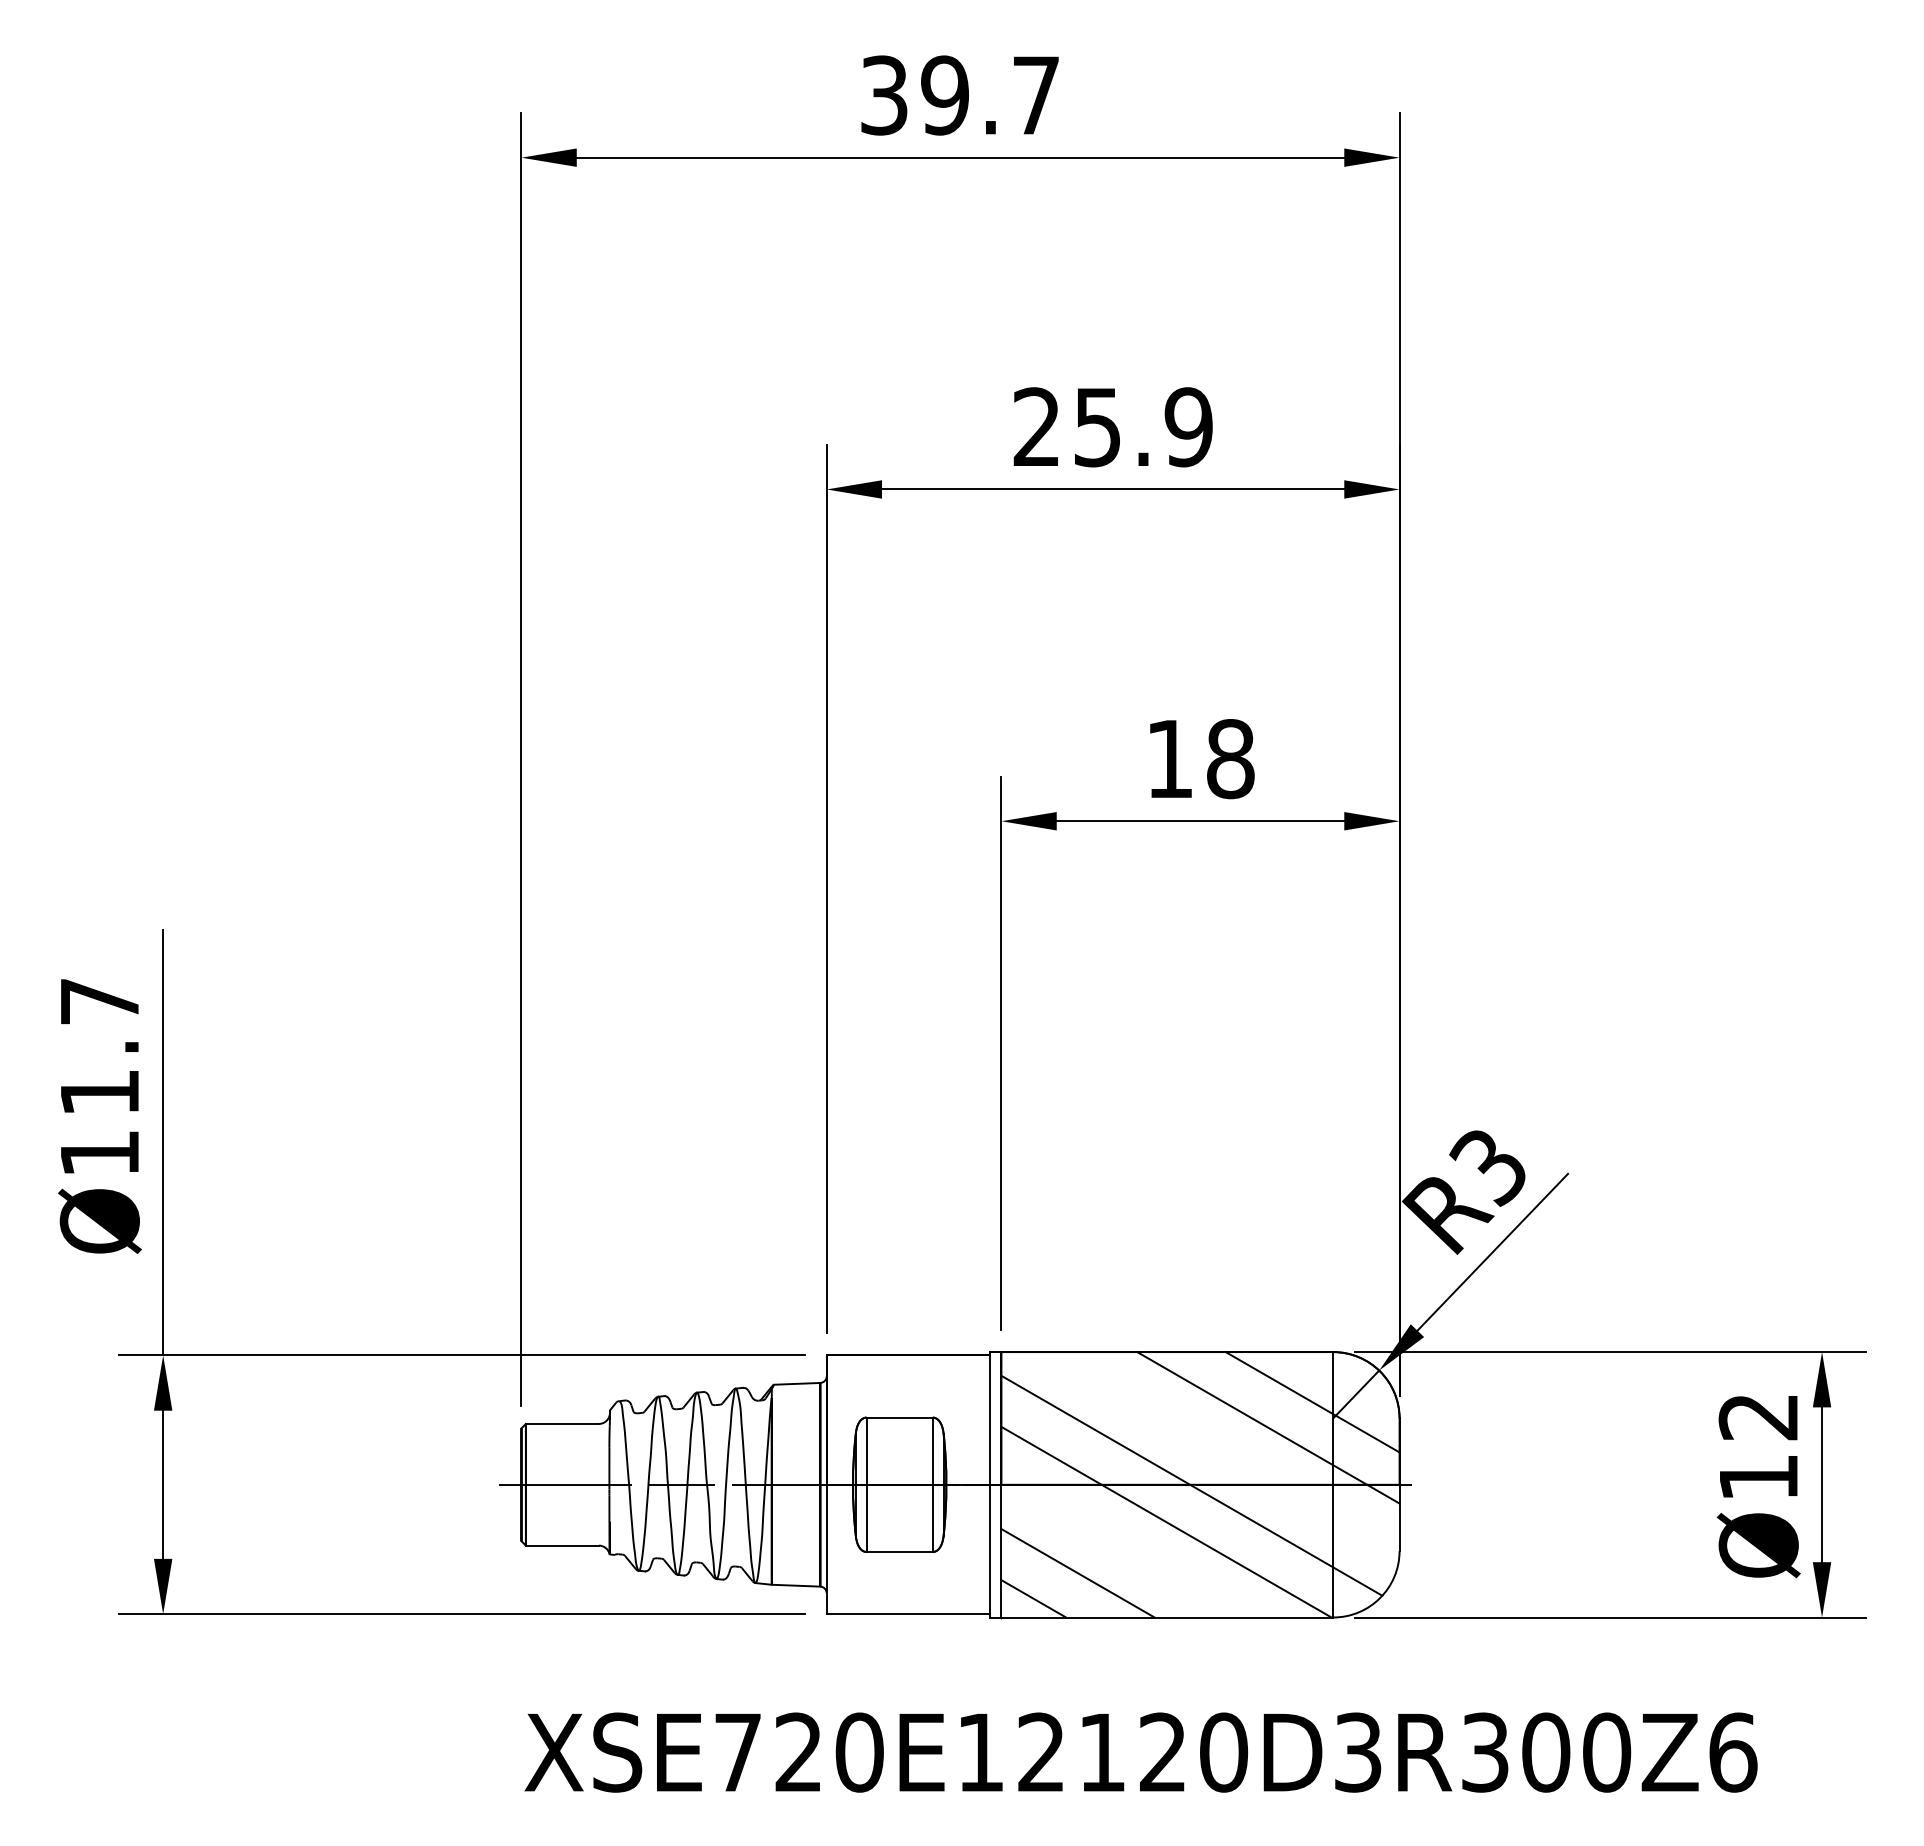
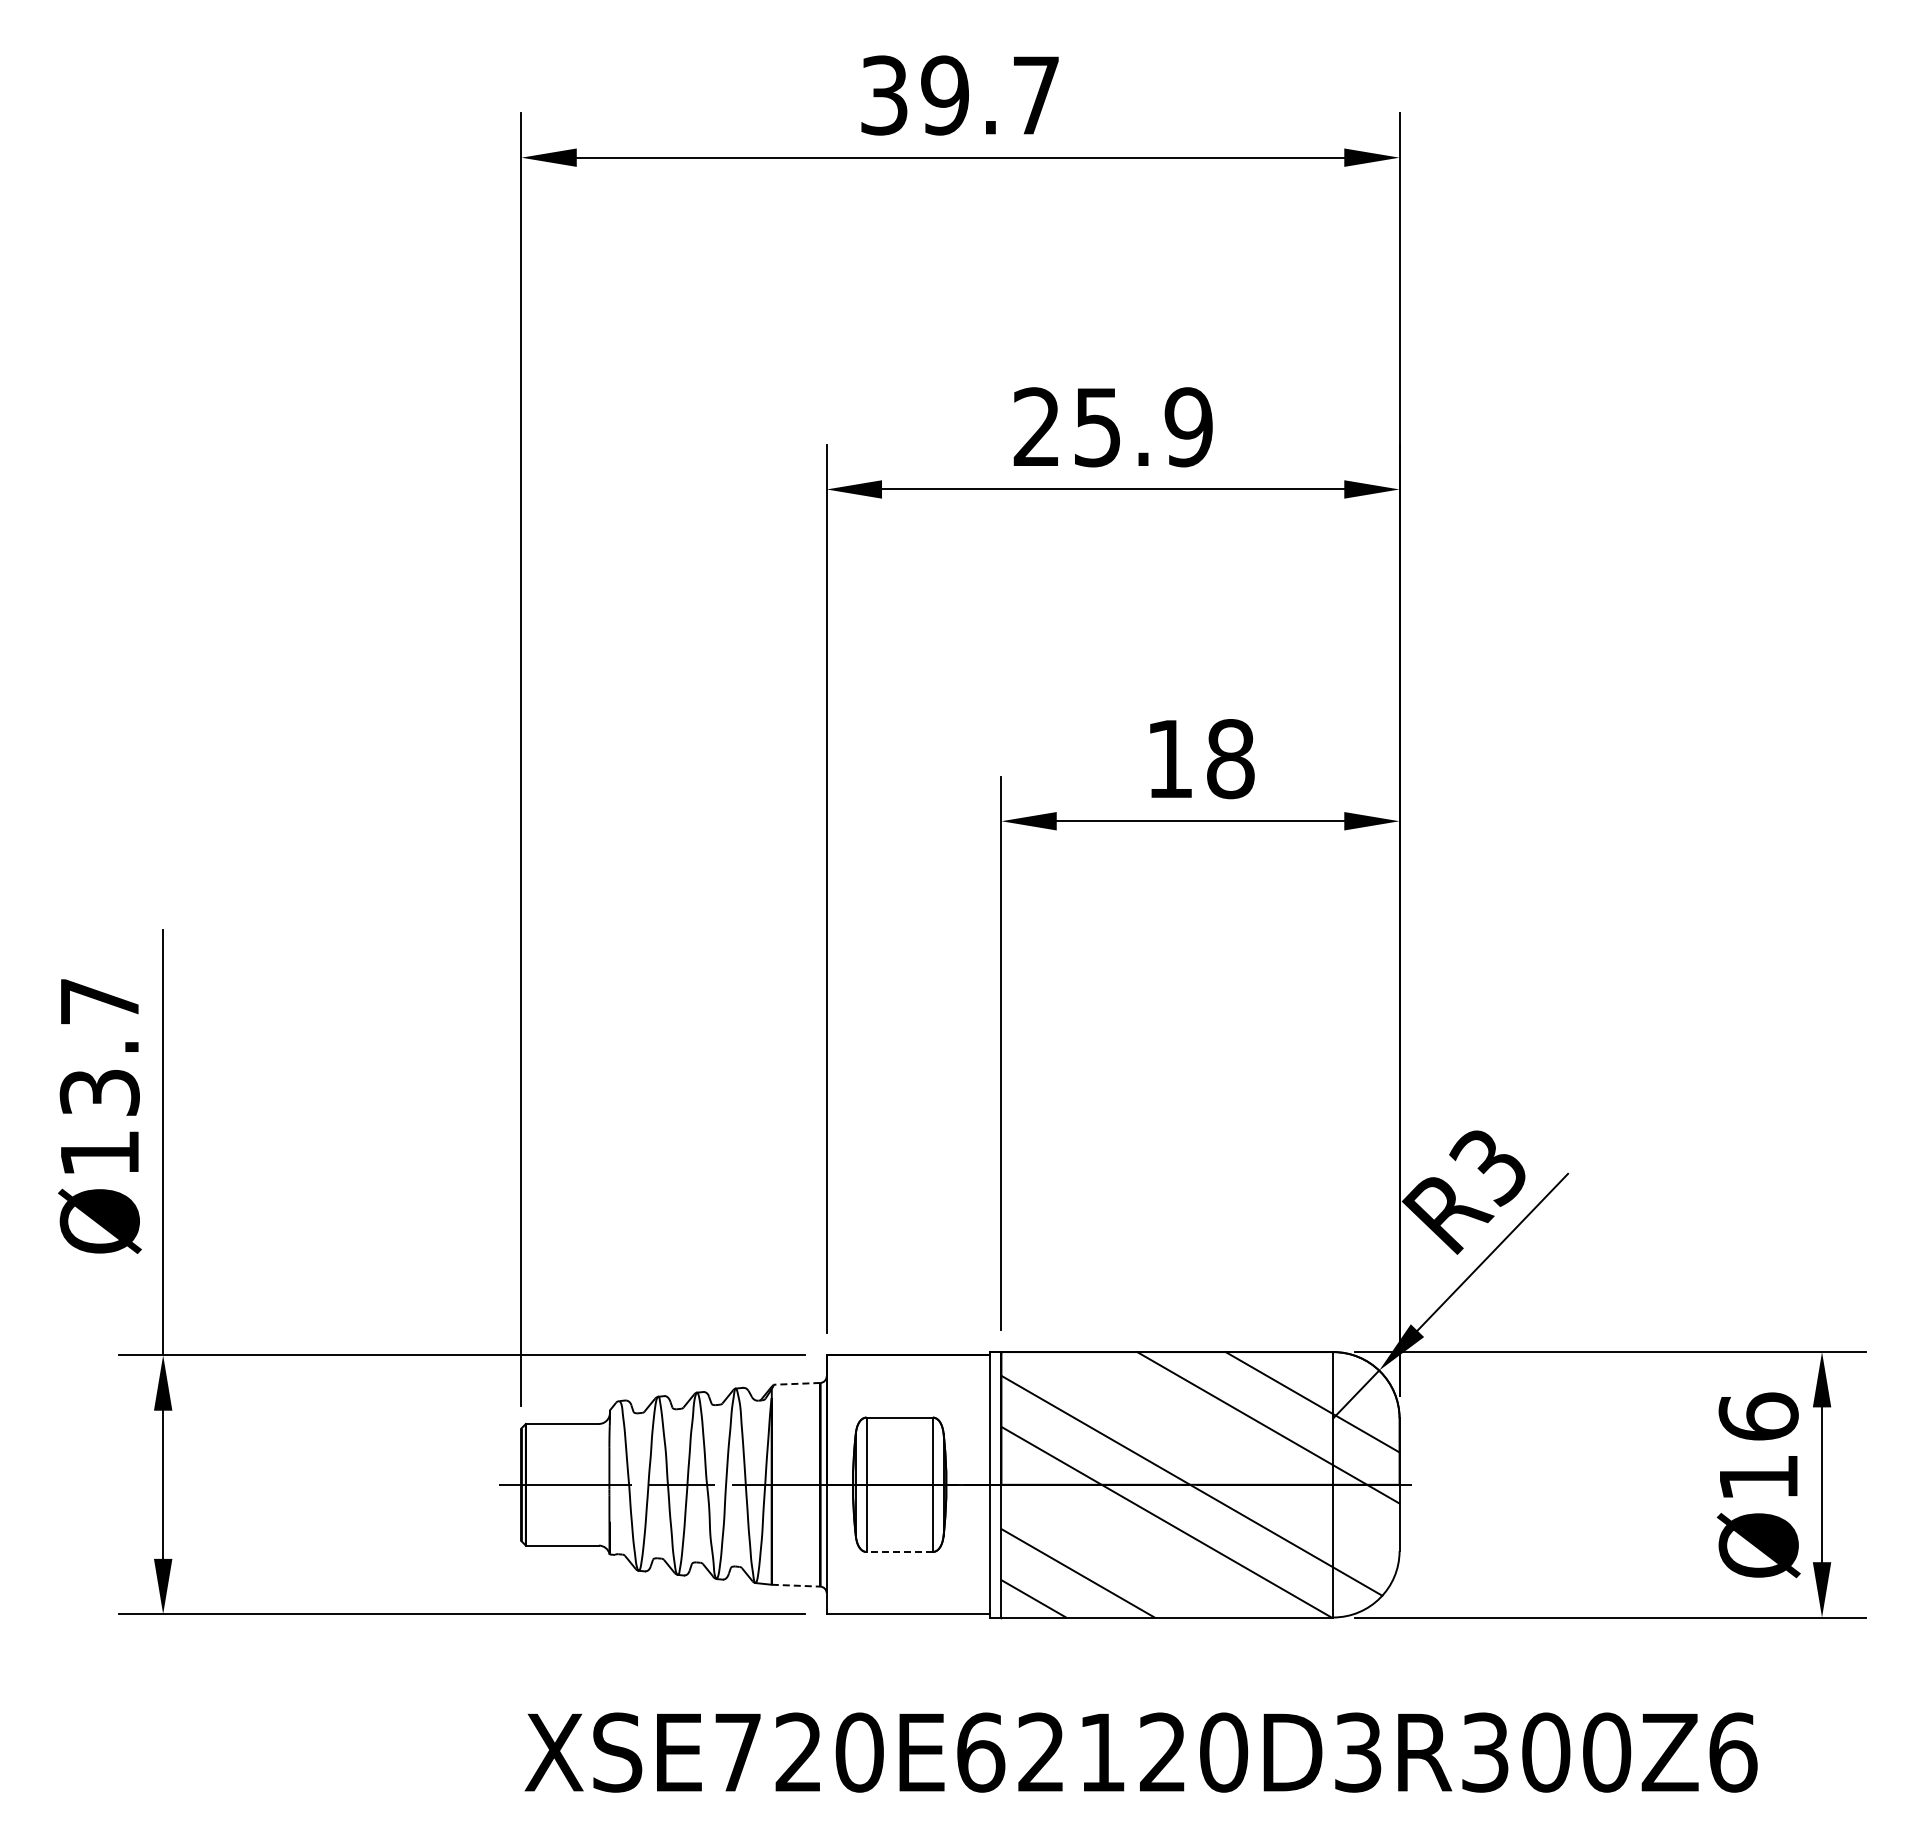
text at (99, 1092): Ø11.7 -> Ø13.7
line at (796, 1383): solid -> dashed
text at (1758, 1416): Ø12 -> Ø16
line at (899, 1551): solid -> dashed
line at (796, 1585): solid -> dashed
text at (981, 1752): XSE720E12120D3R300Z6 -> XSE720E62120D3R300Z6
